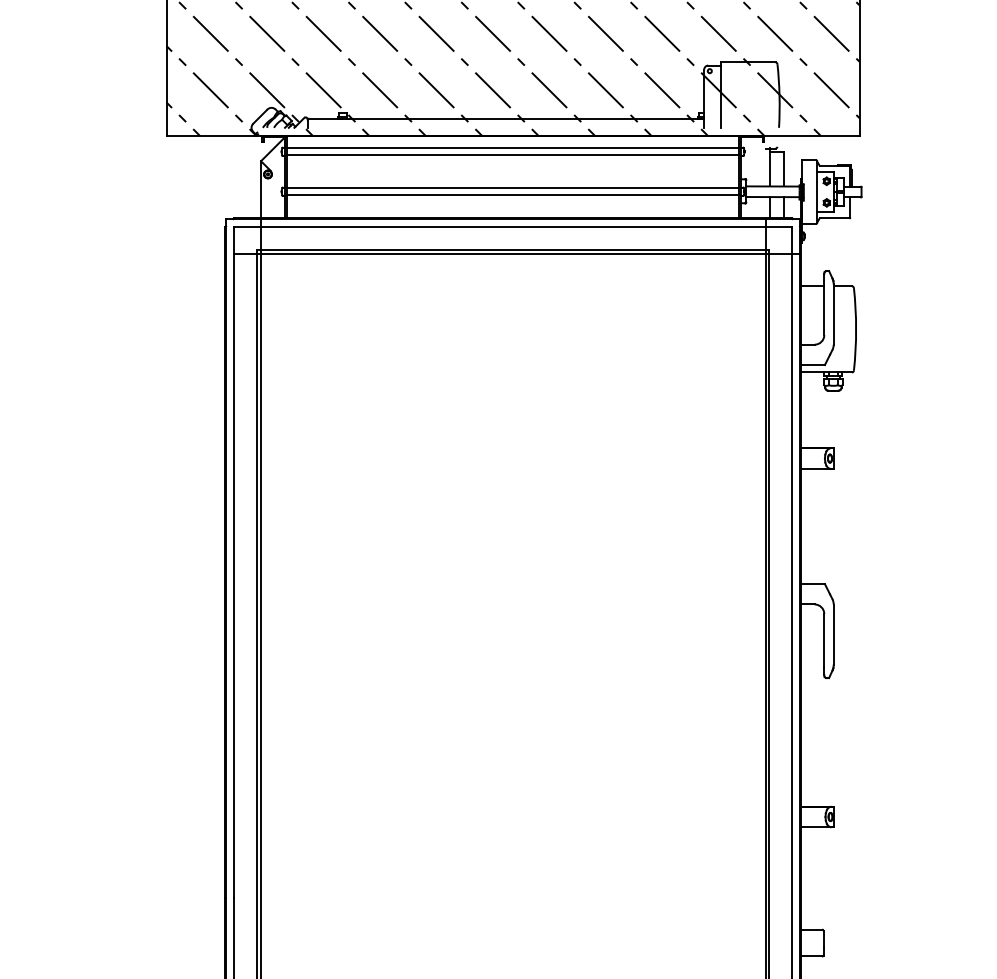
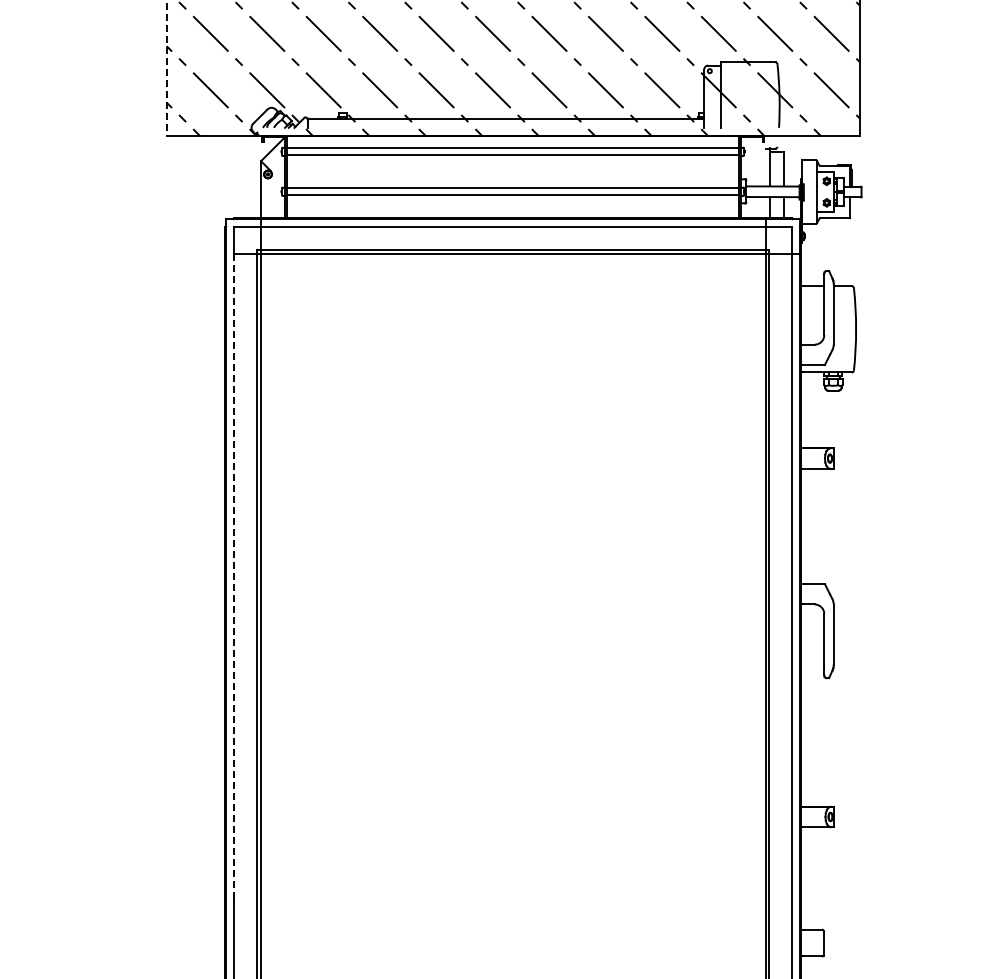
line at (166, 68): solid -> dashed
line at (233, 576): solid -> dashed
